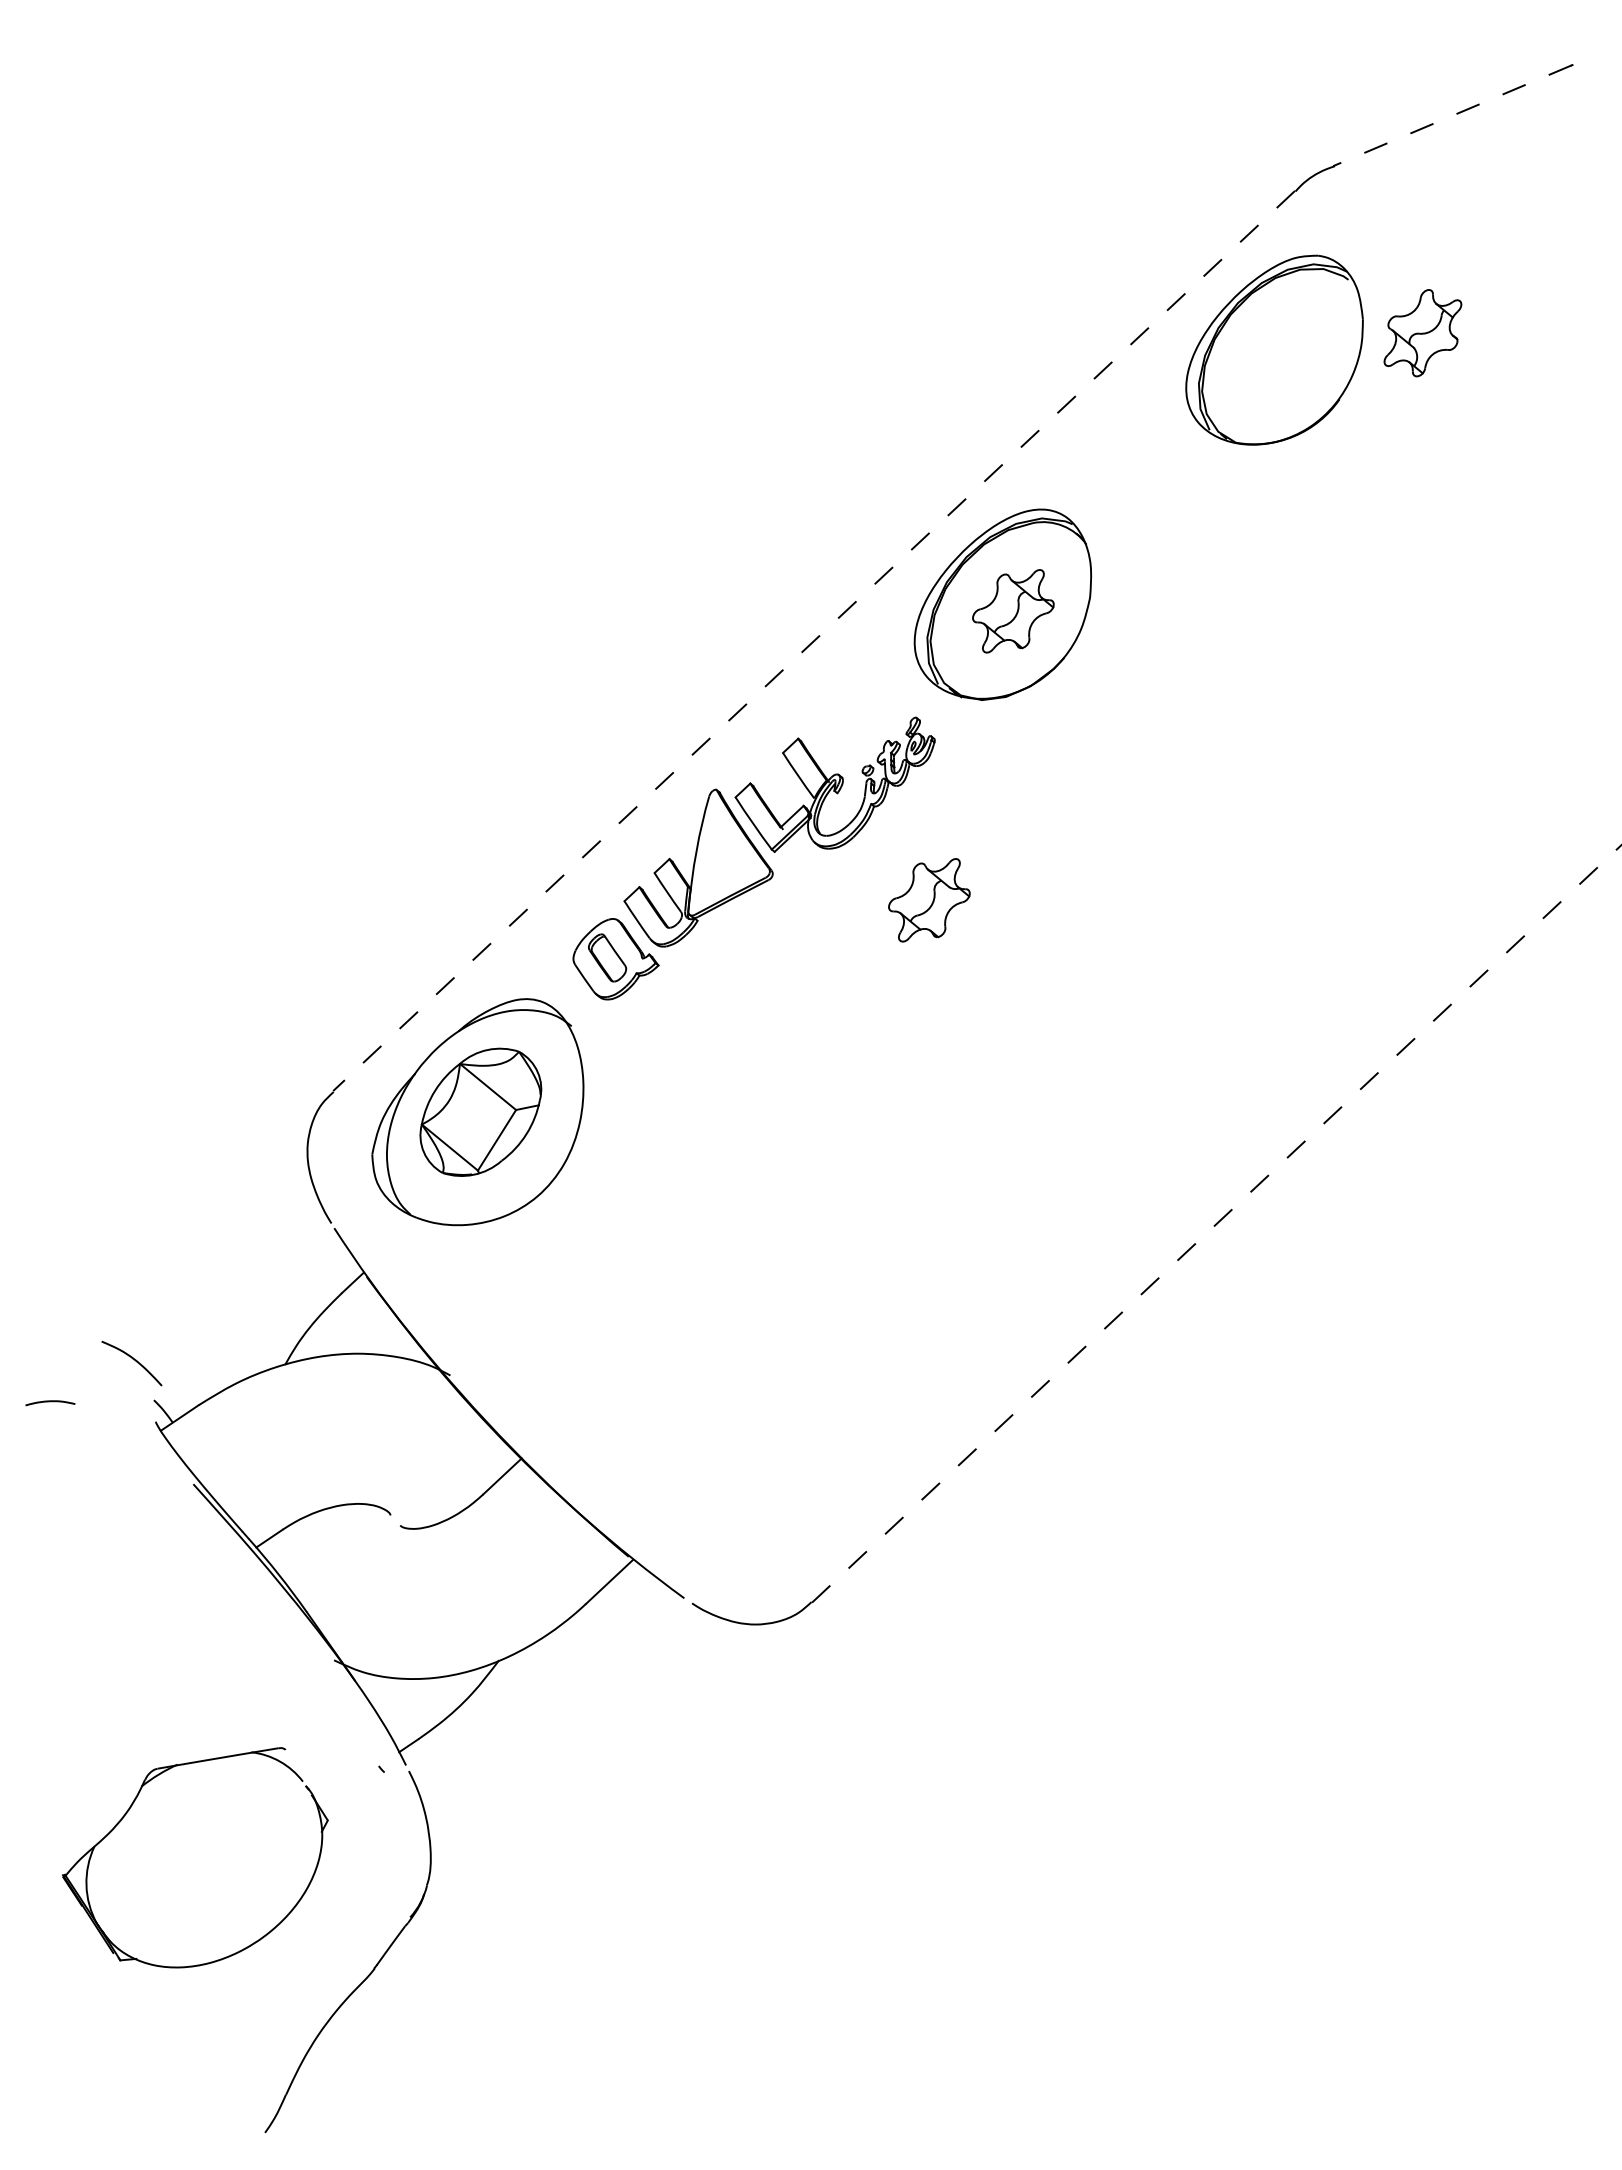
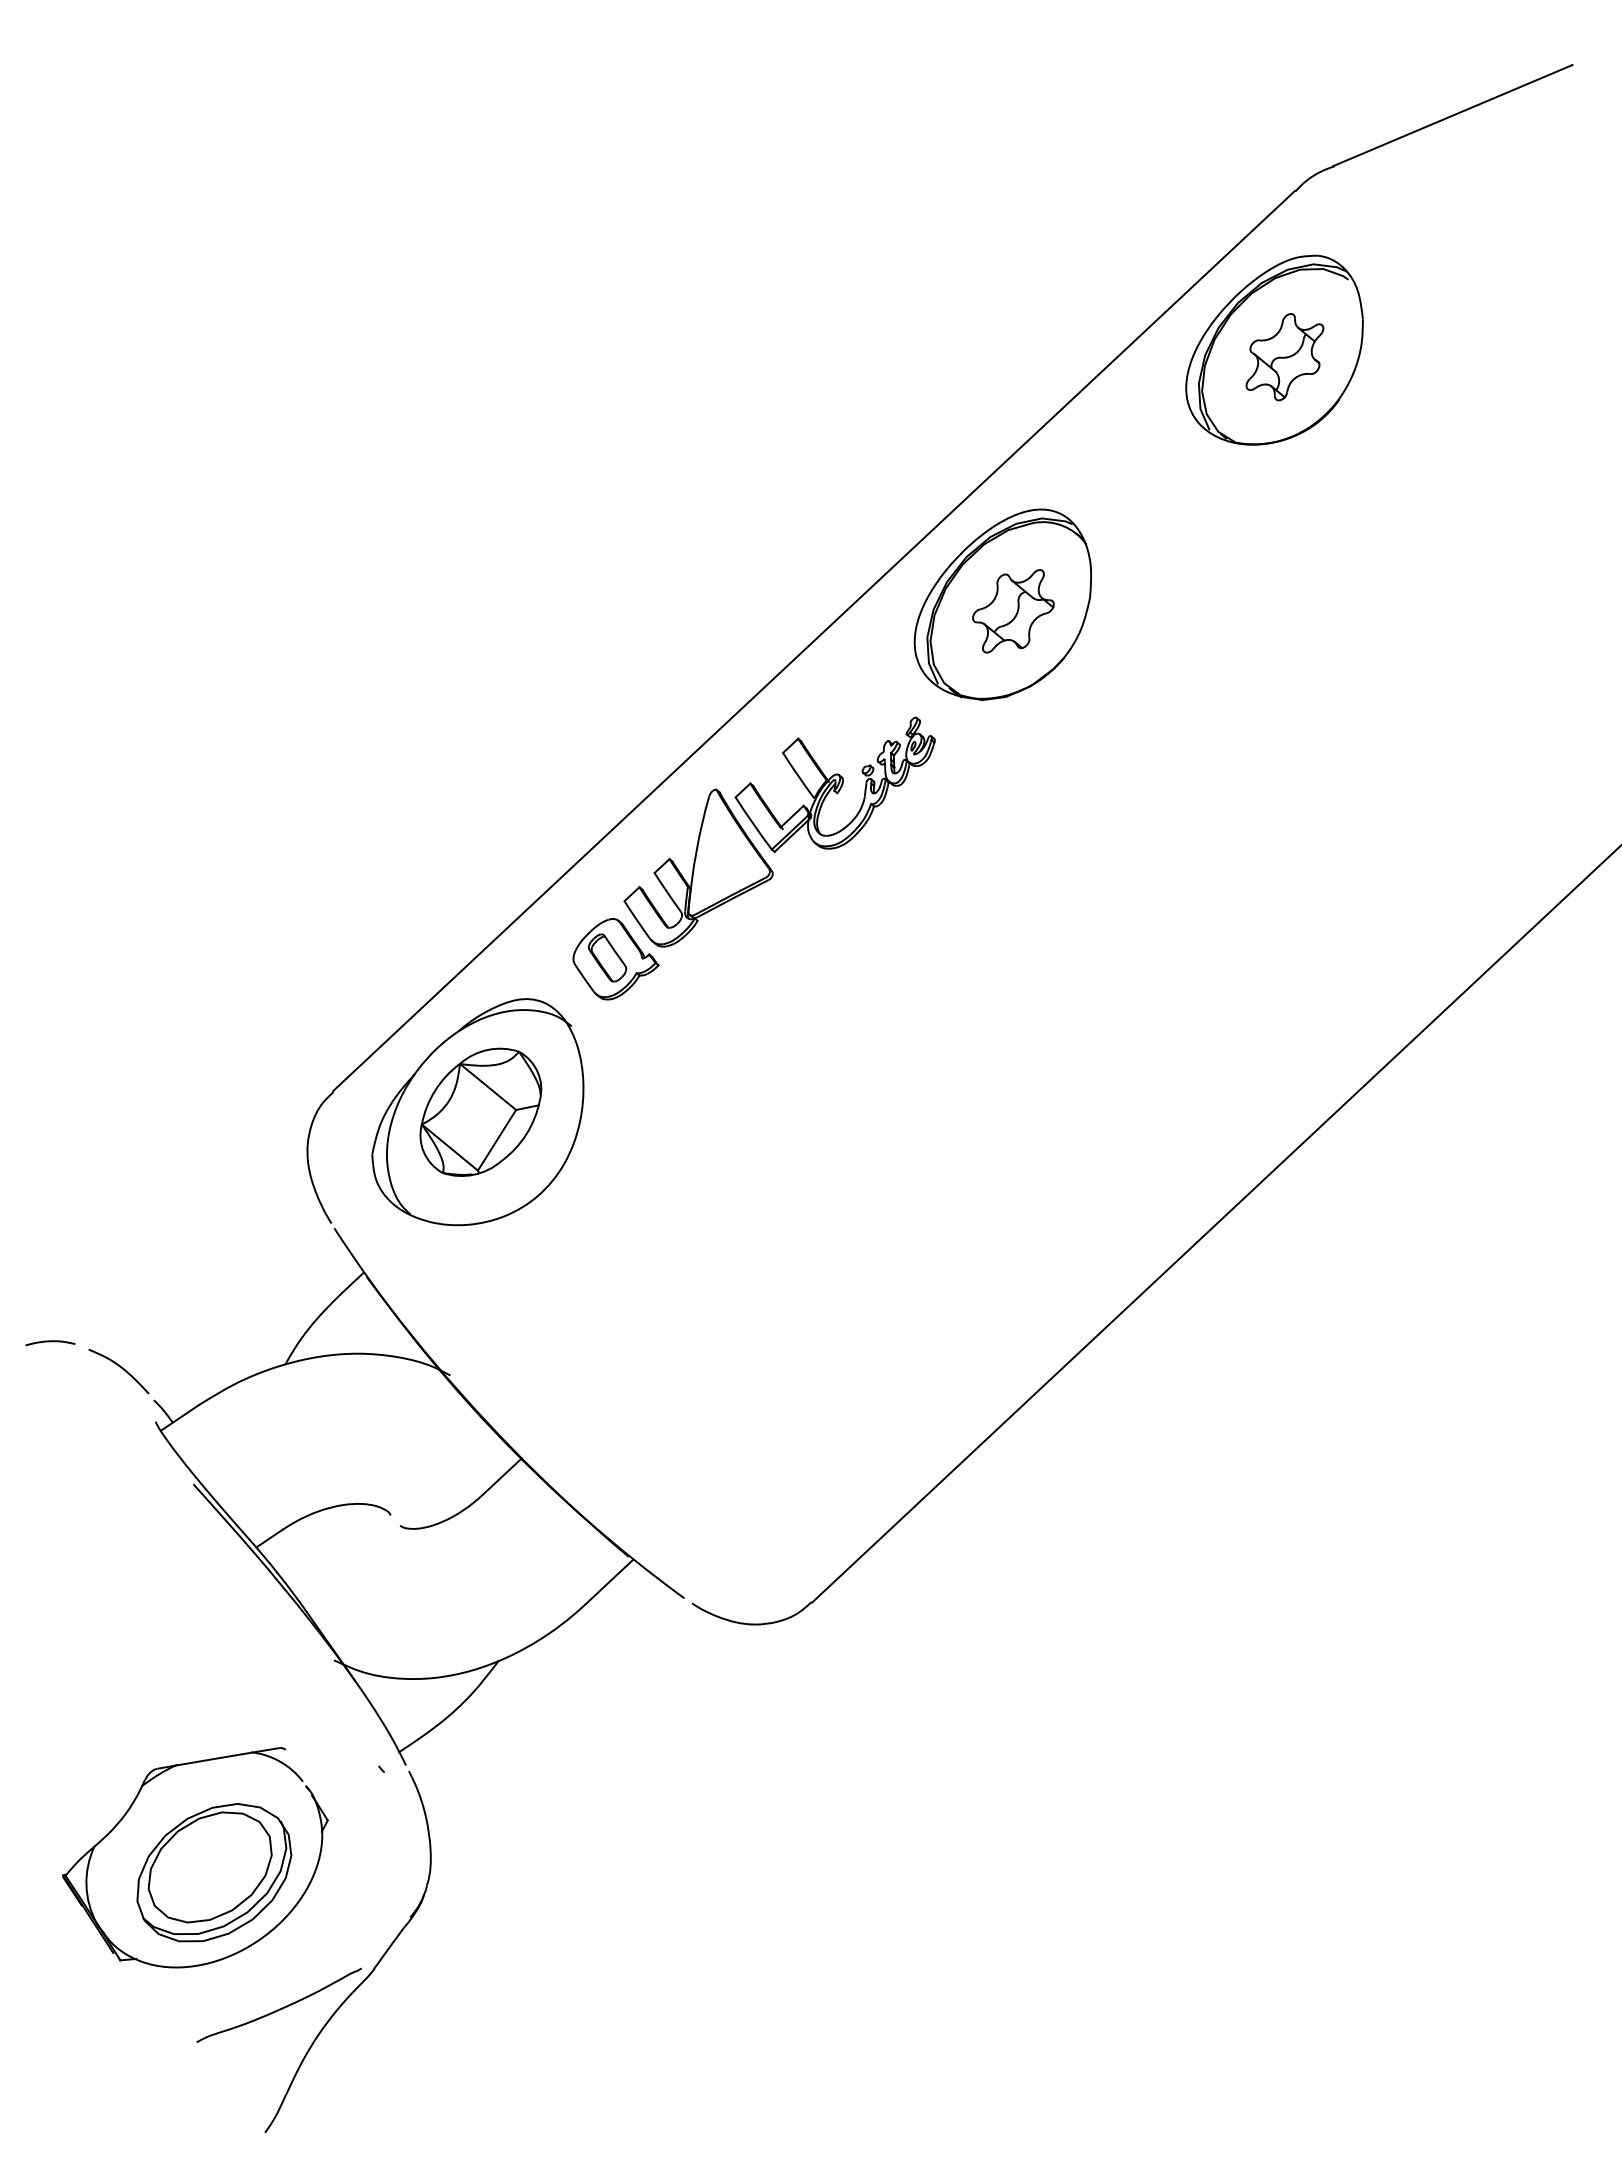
line at (1452, 115): dashed -> solid
part at (1422, 333) position: (1422, 333) -> (1284, 357)
line at (814, 640): dashed -> solid
part at (929, 900): present -> none
line at (1217, 1223): dashed -> solid
curve at (132, 1359) position: (132, 1359) -> (119, 1367)
curve at (50, 1402) position: (50, 1402) -> (50, 1342)
part at (214, 1872): none -> present
part at (278, 2004): none -> present
